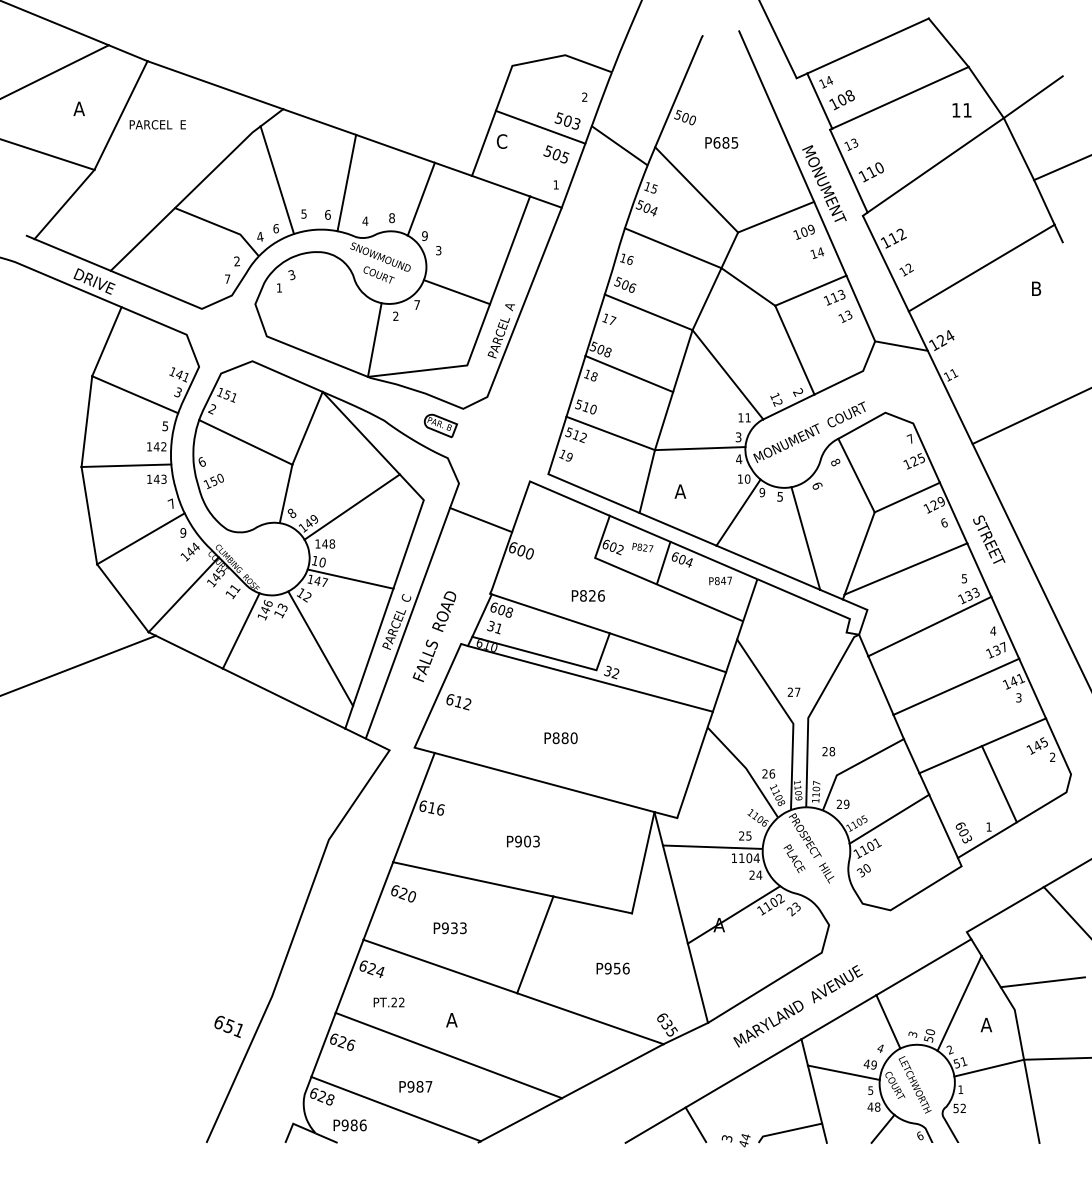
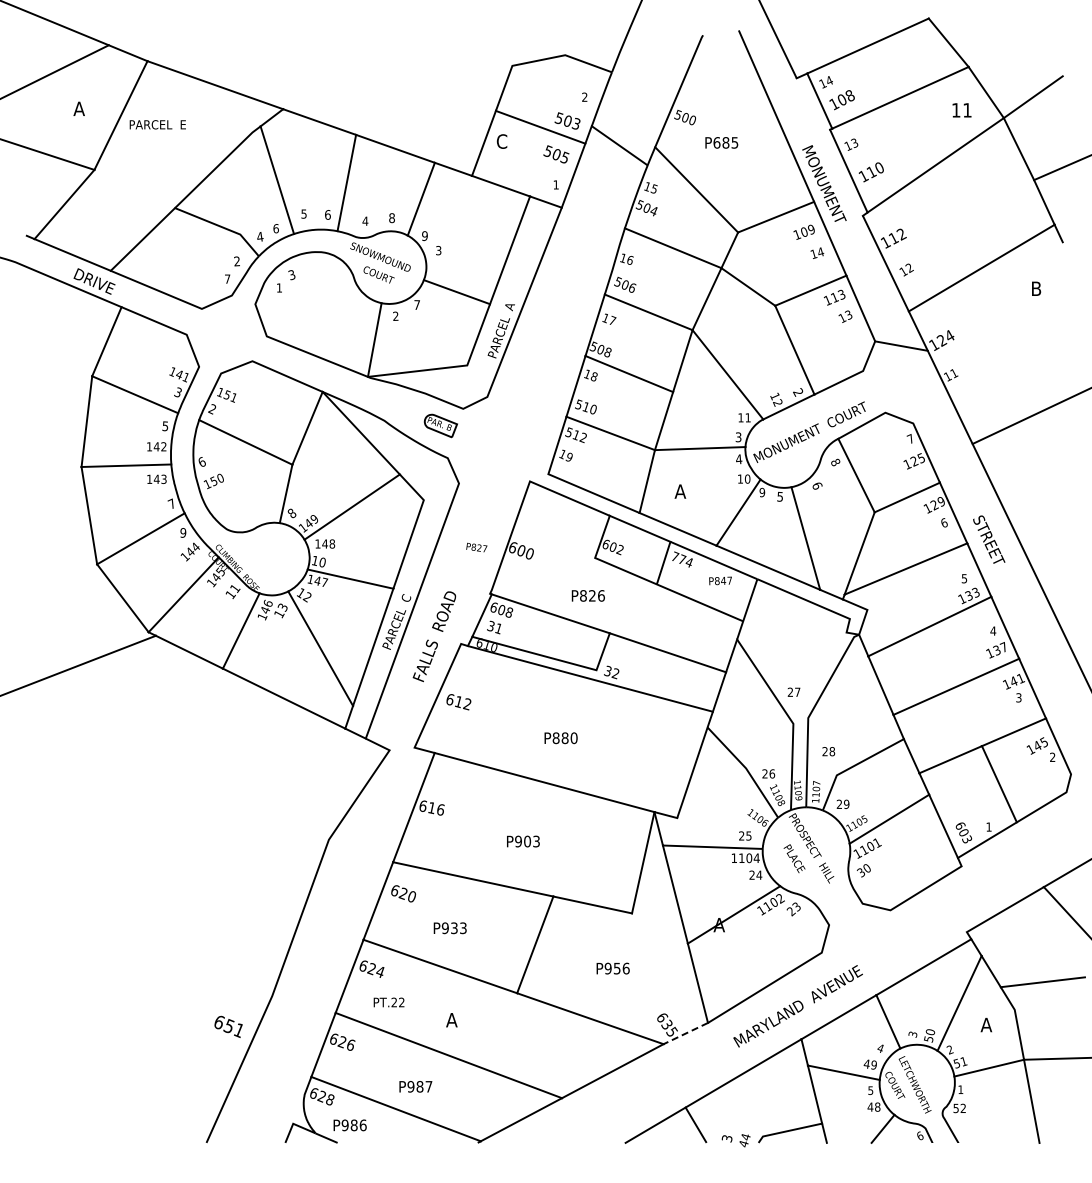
line at (481, 520): present -> none
text at (642, 547) position: (642, 547) -> (476, 547)
text at (678, 557): 604 -> 774
line at (685, 1033): solid -> dashed
